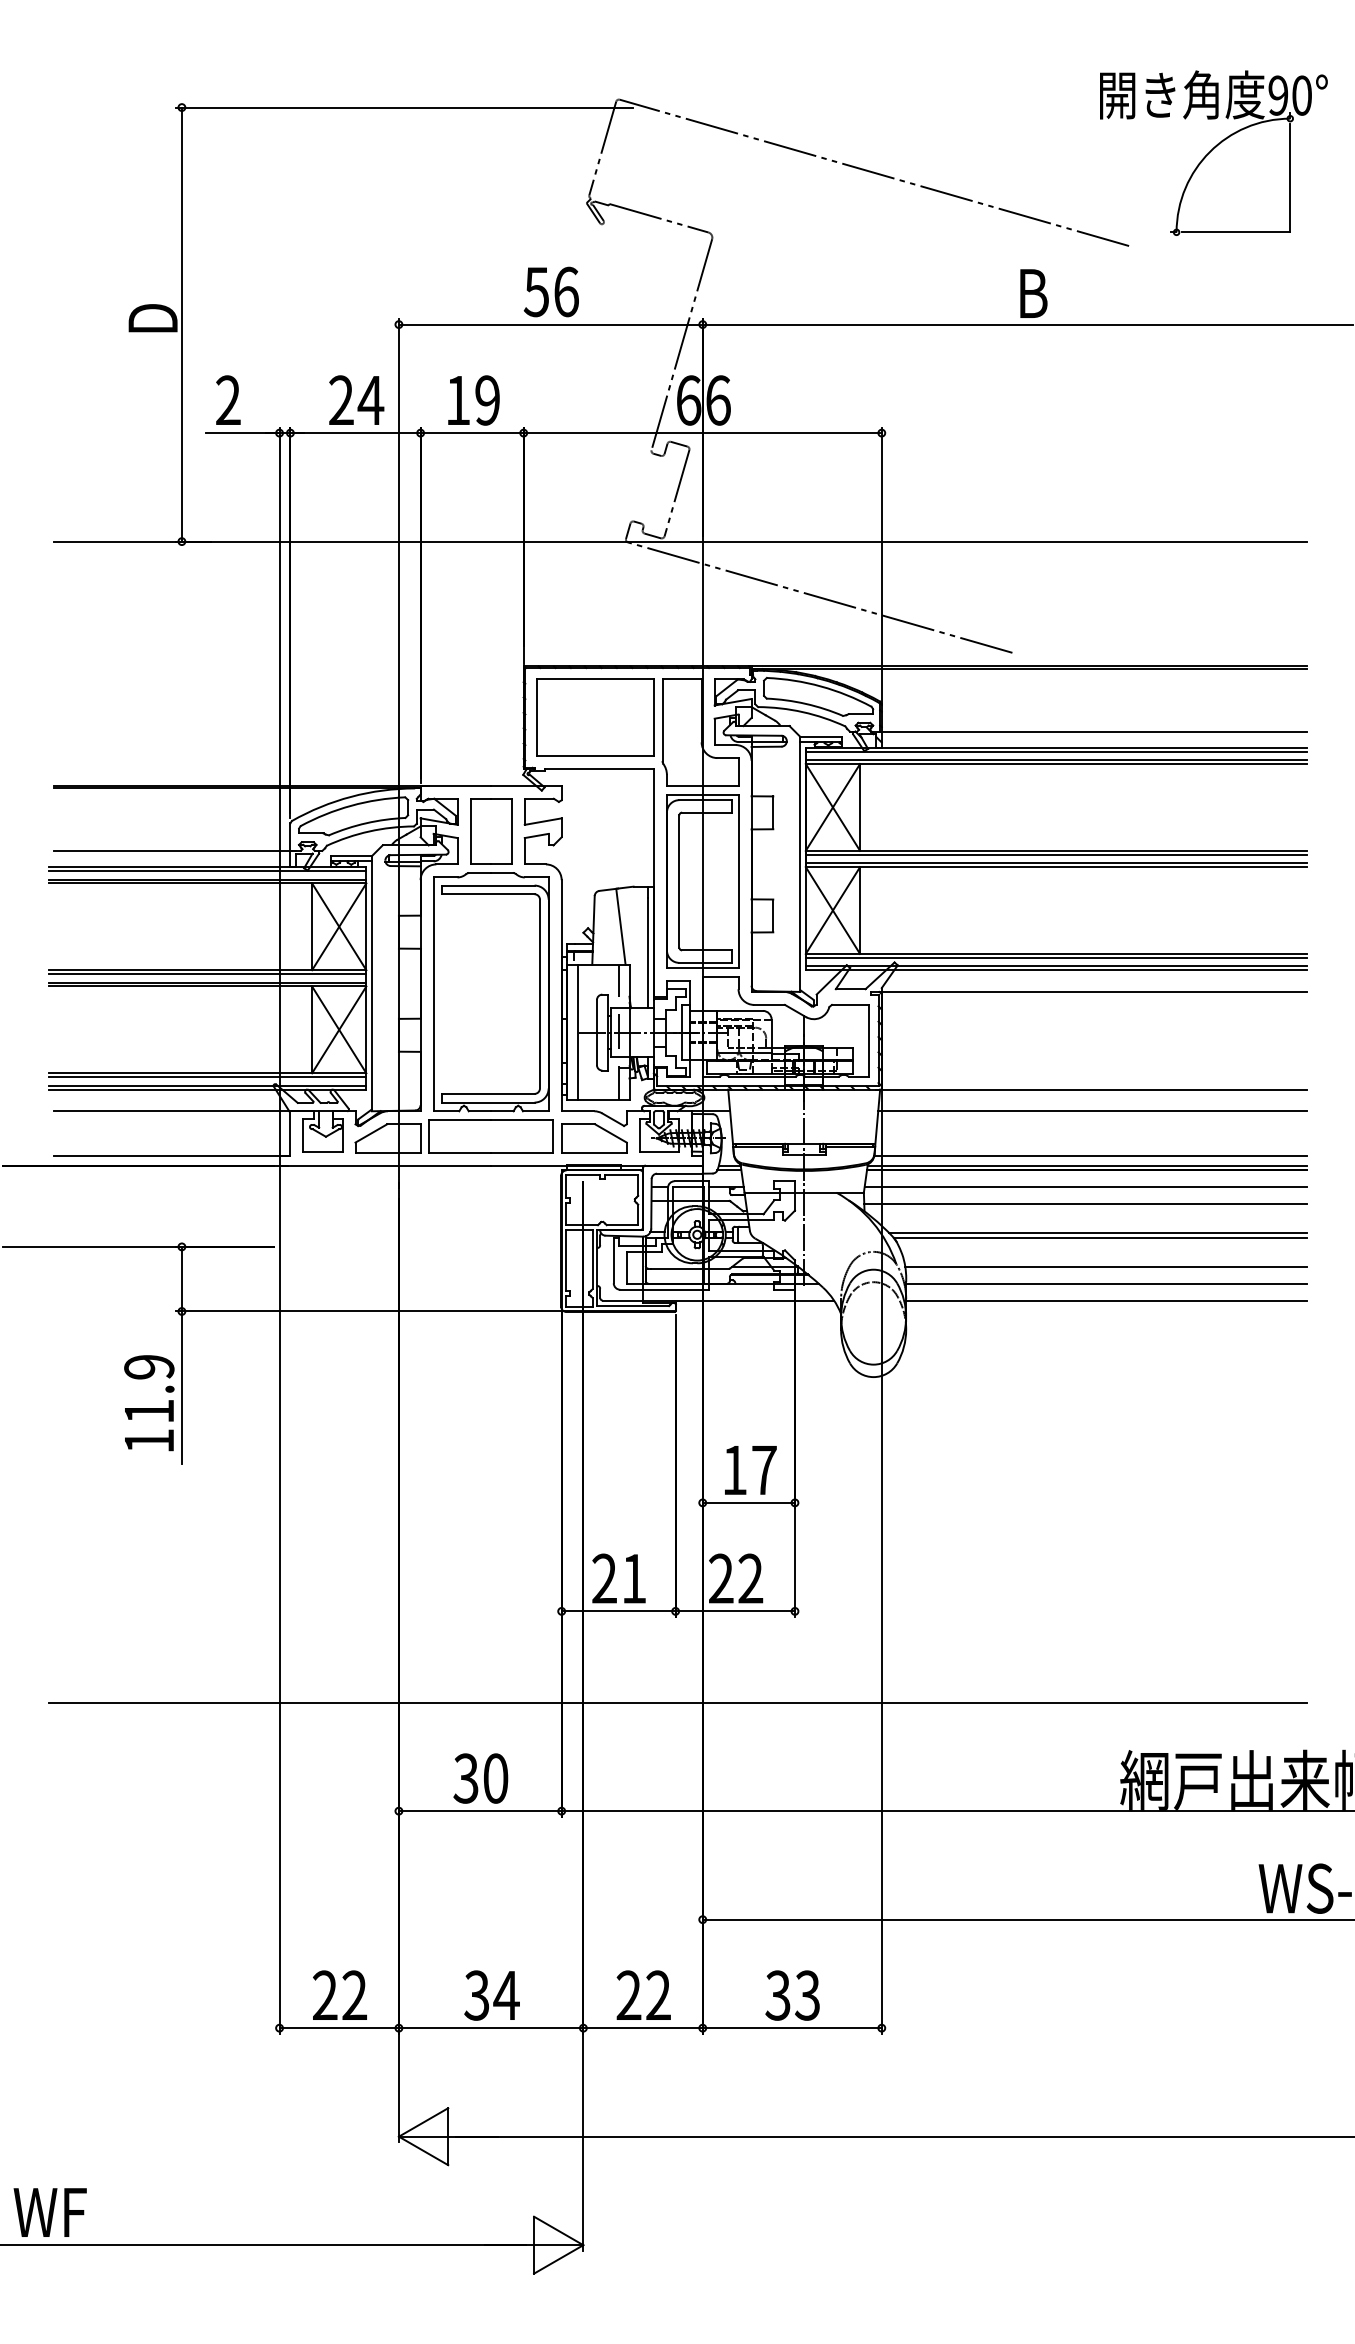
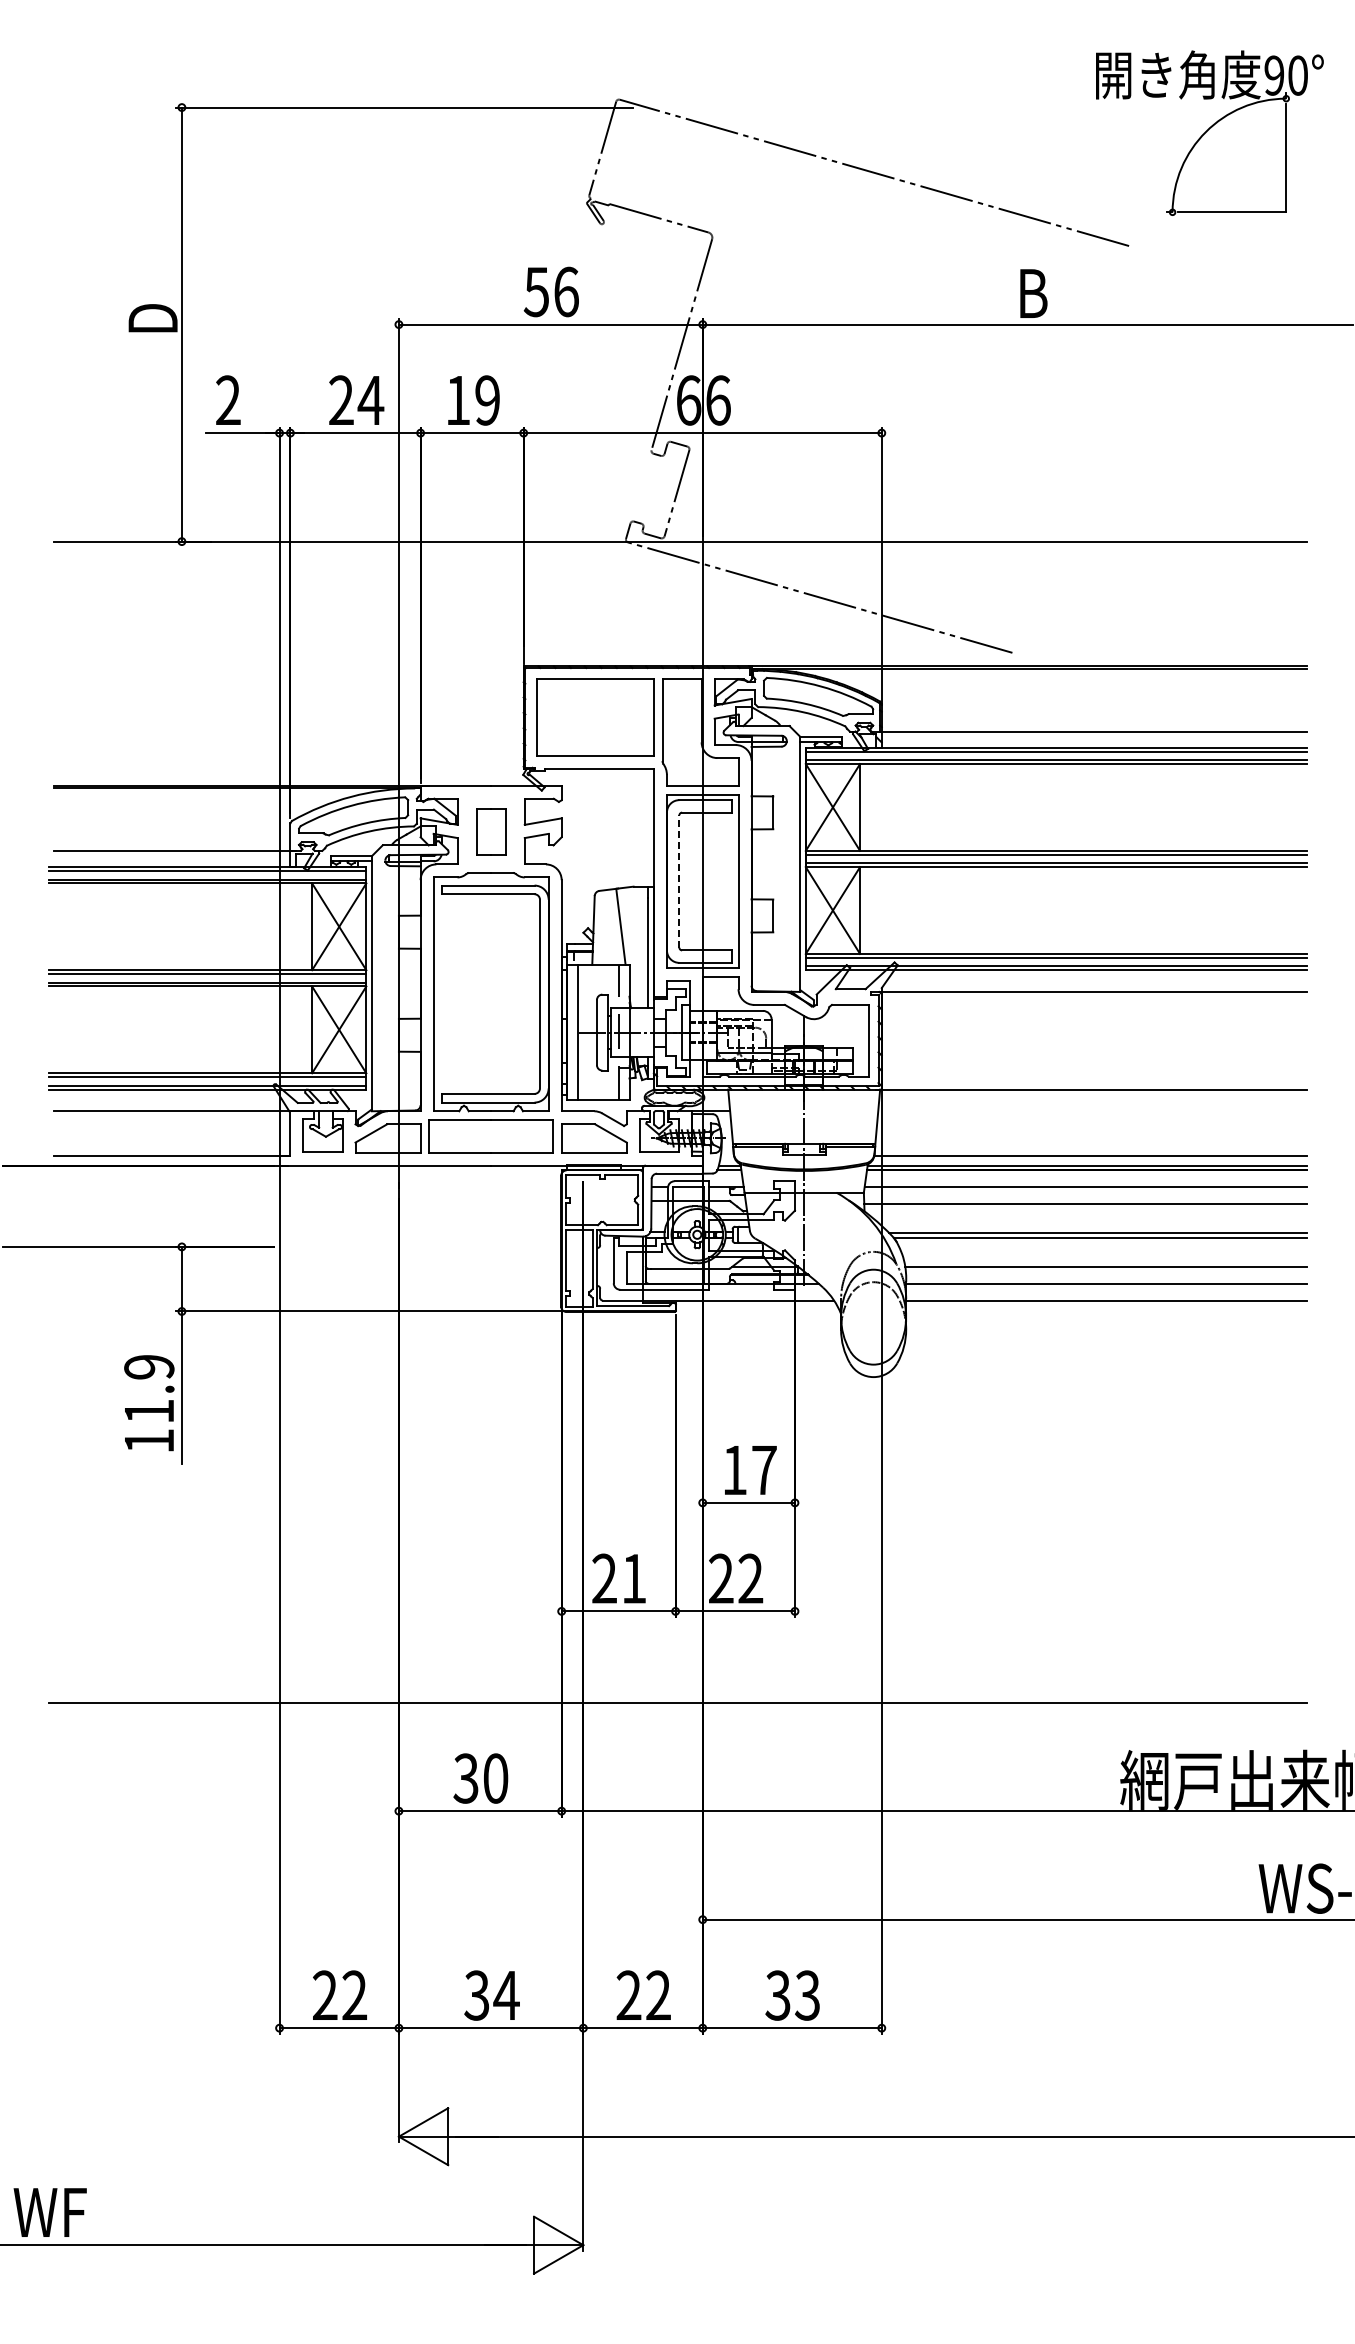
part at (1213, 152) position: (1213, 152) -> (1209, 132)
part at (491, 831) size: 43x67 px -> 31x48 px
line at (679, 881): solid -> dashed
line at (1092, 1111): present -> none
